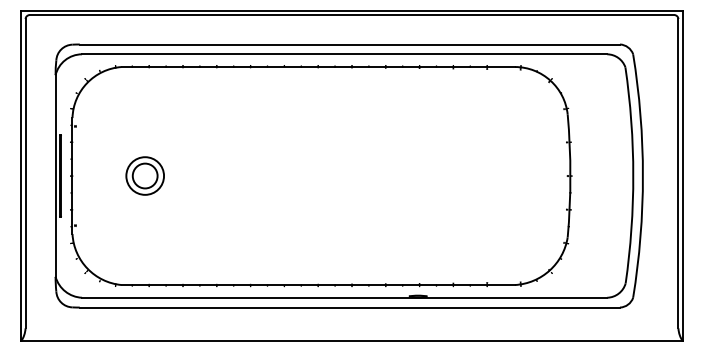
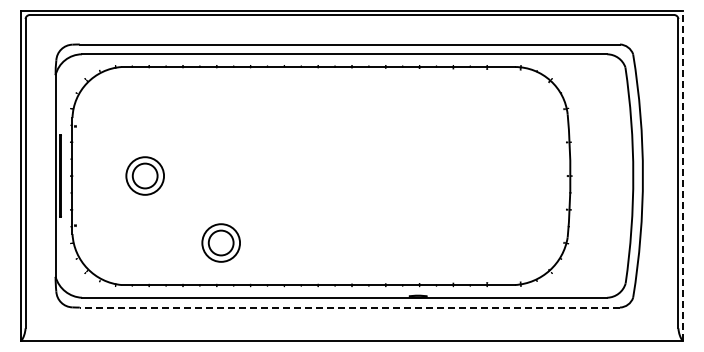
line at (682, 175): solid -> dashed
part at (220, 242): none -> present
line at (349, 307): solid -> dashed
